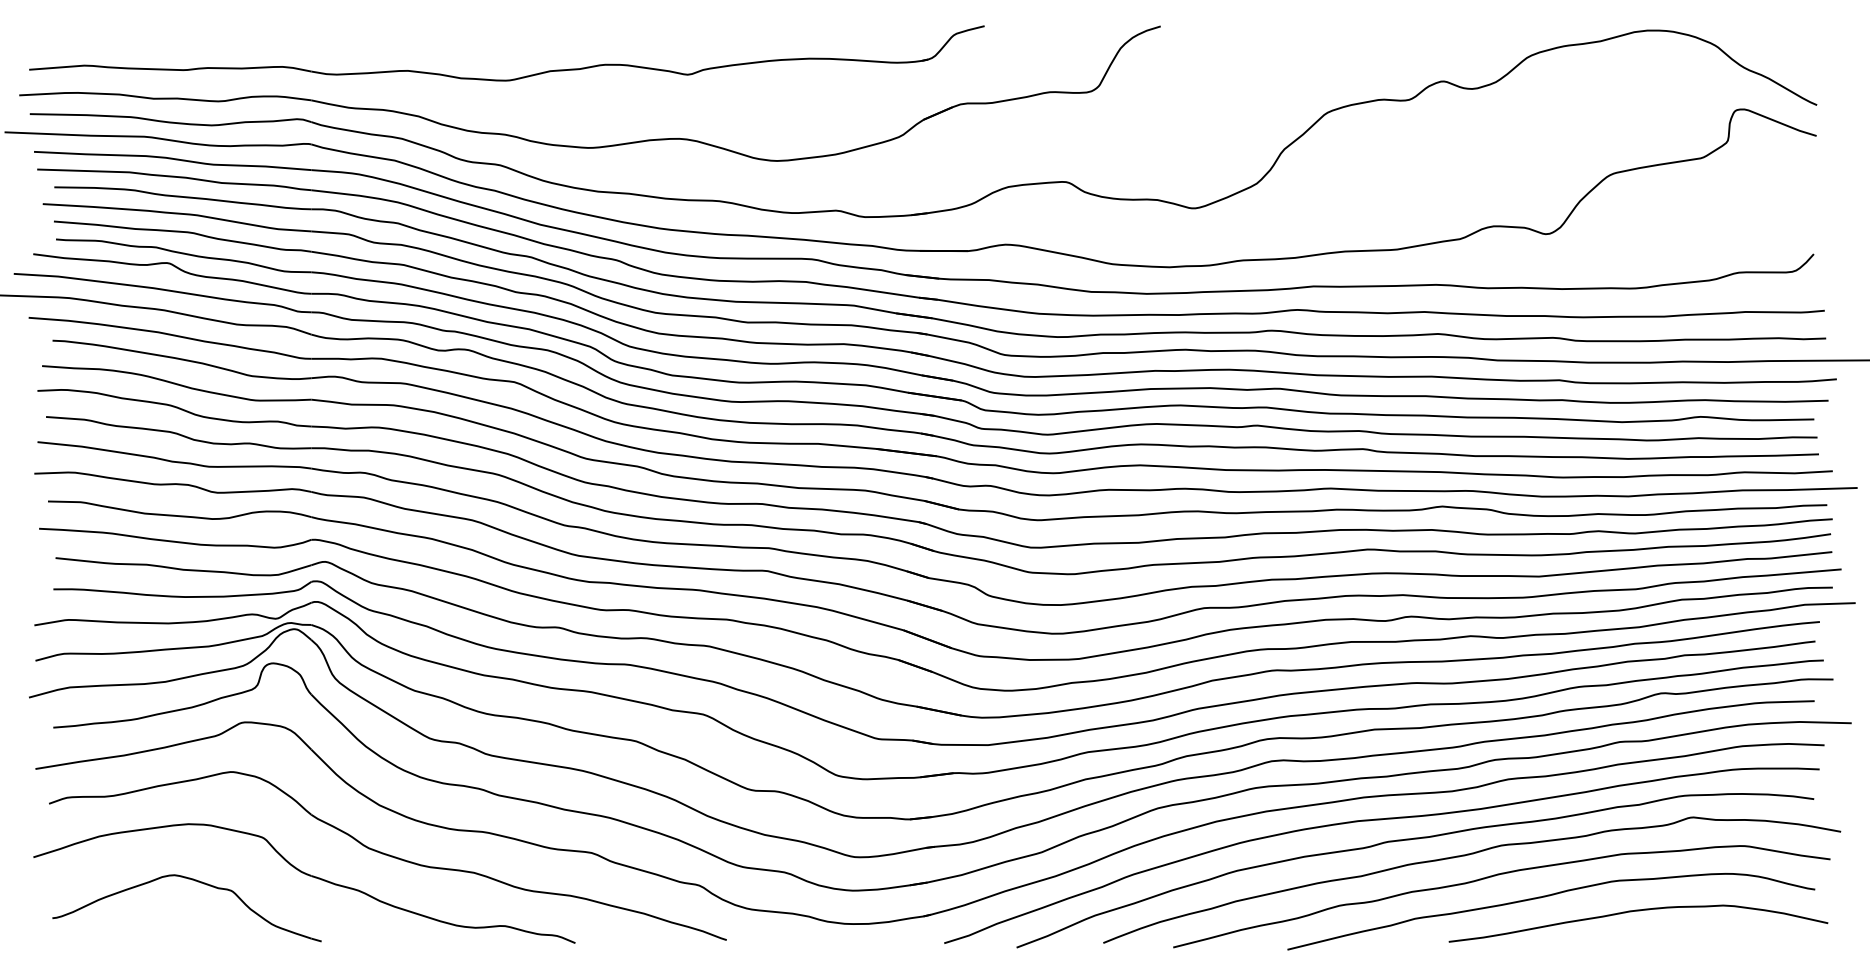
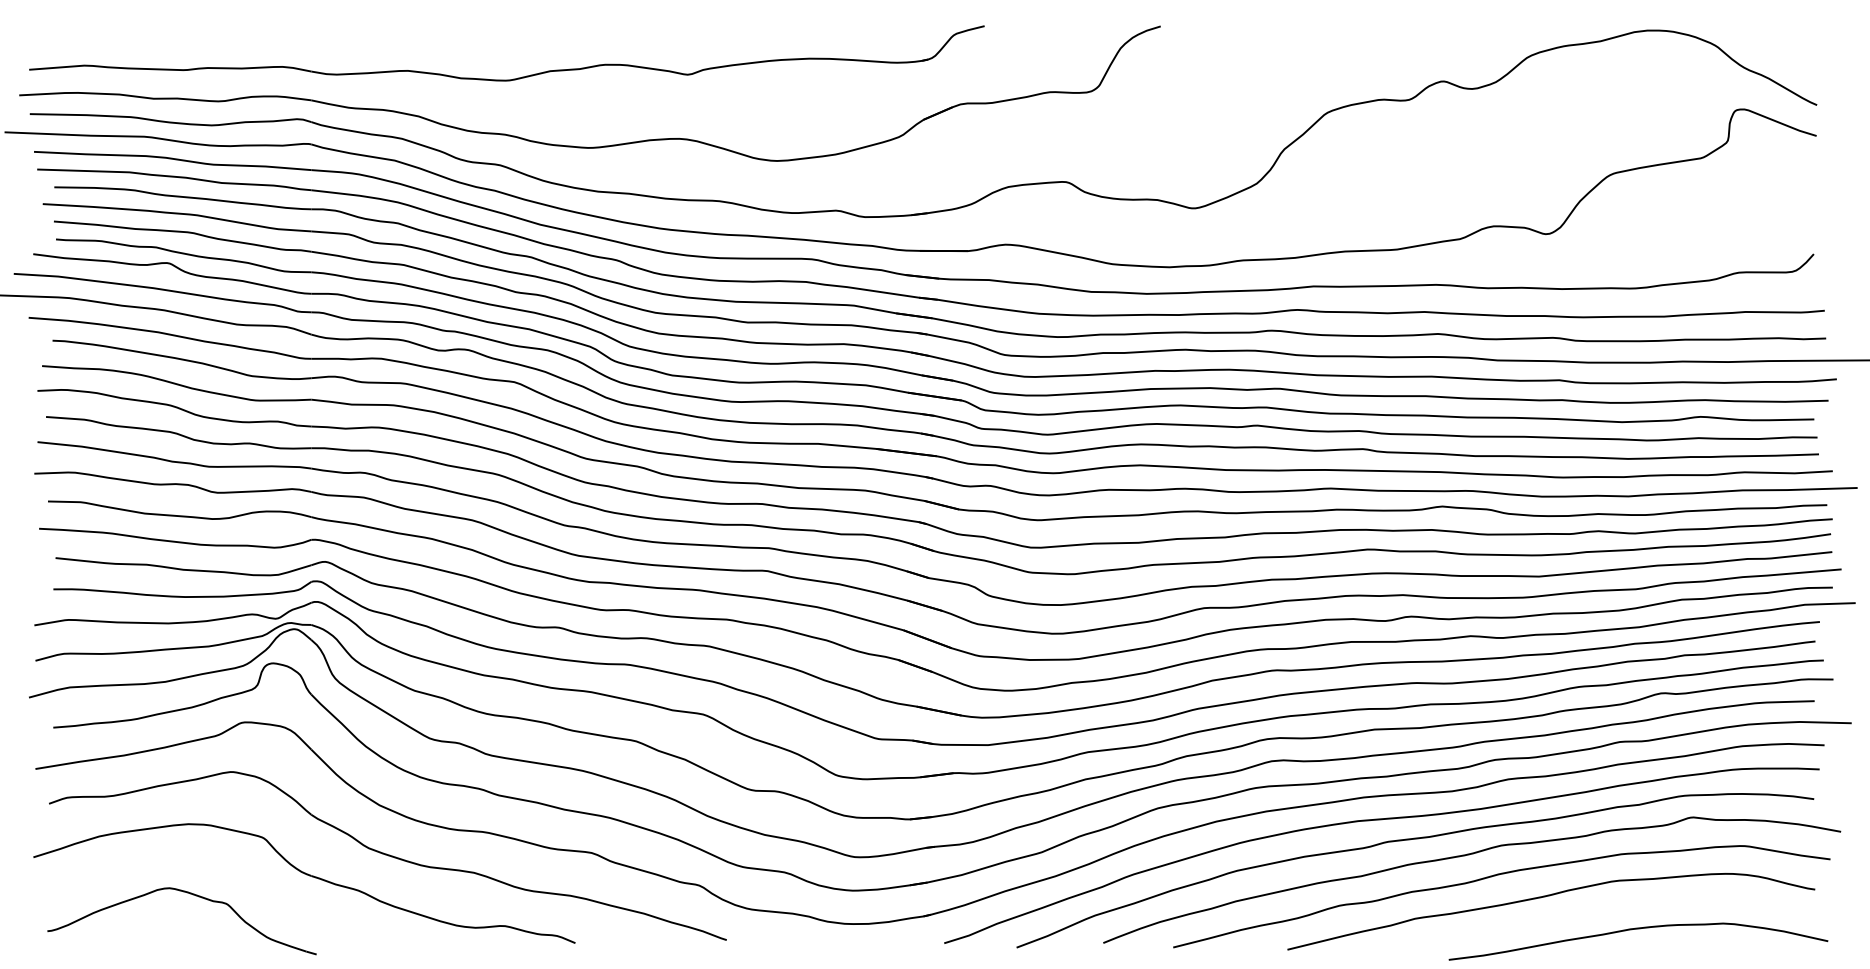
part at (195, 881) position: (195, 881) -> (190, 894)
curve at (1638, 911) position: (1638, 911) -> (1638, 929)
